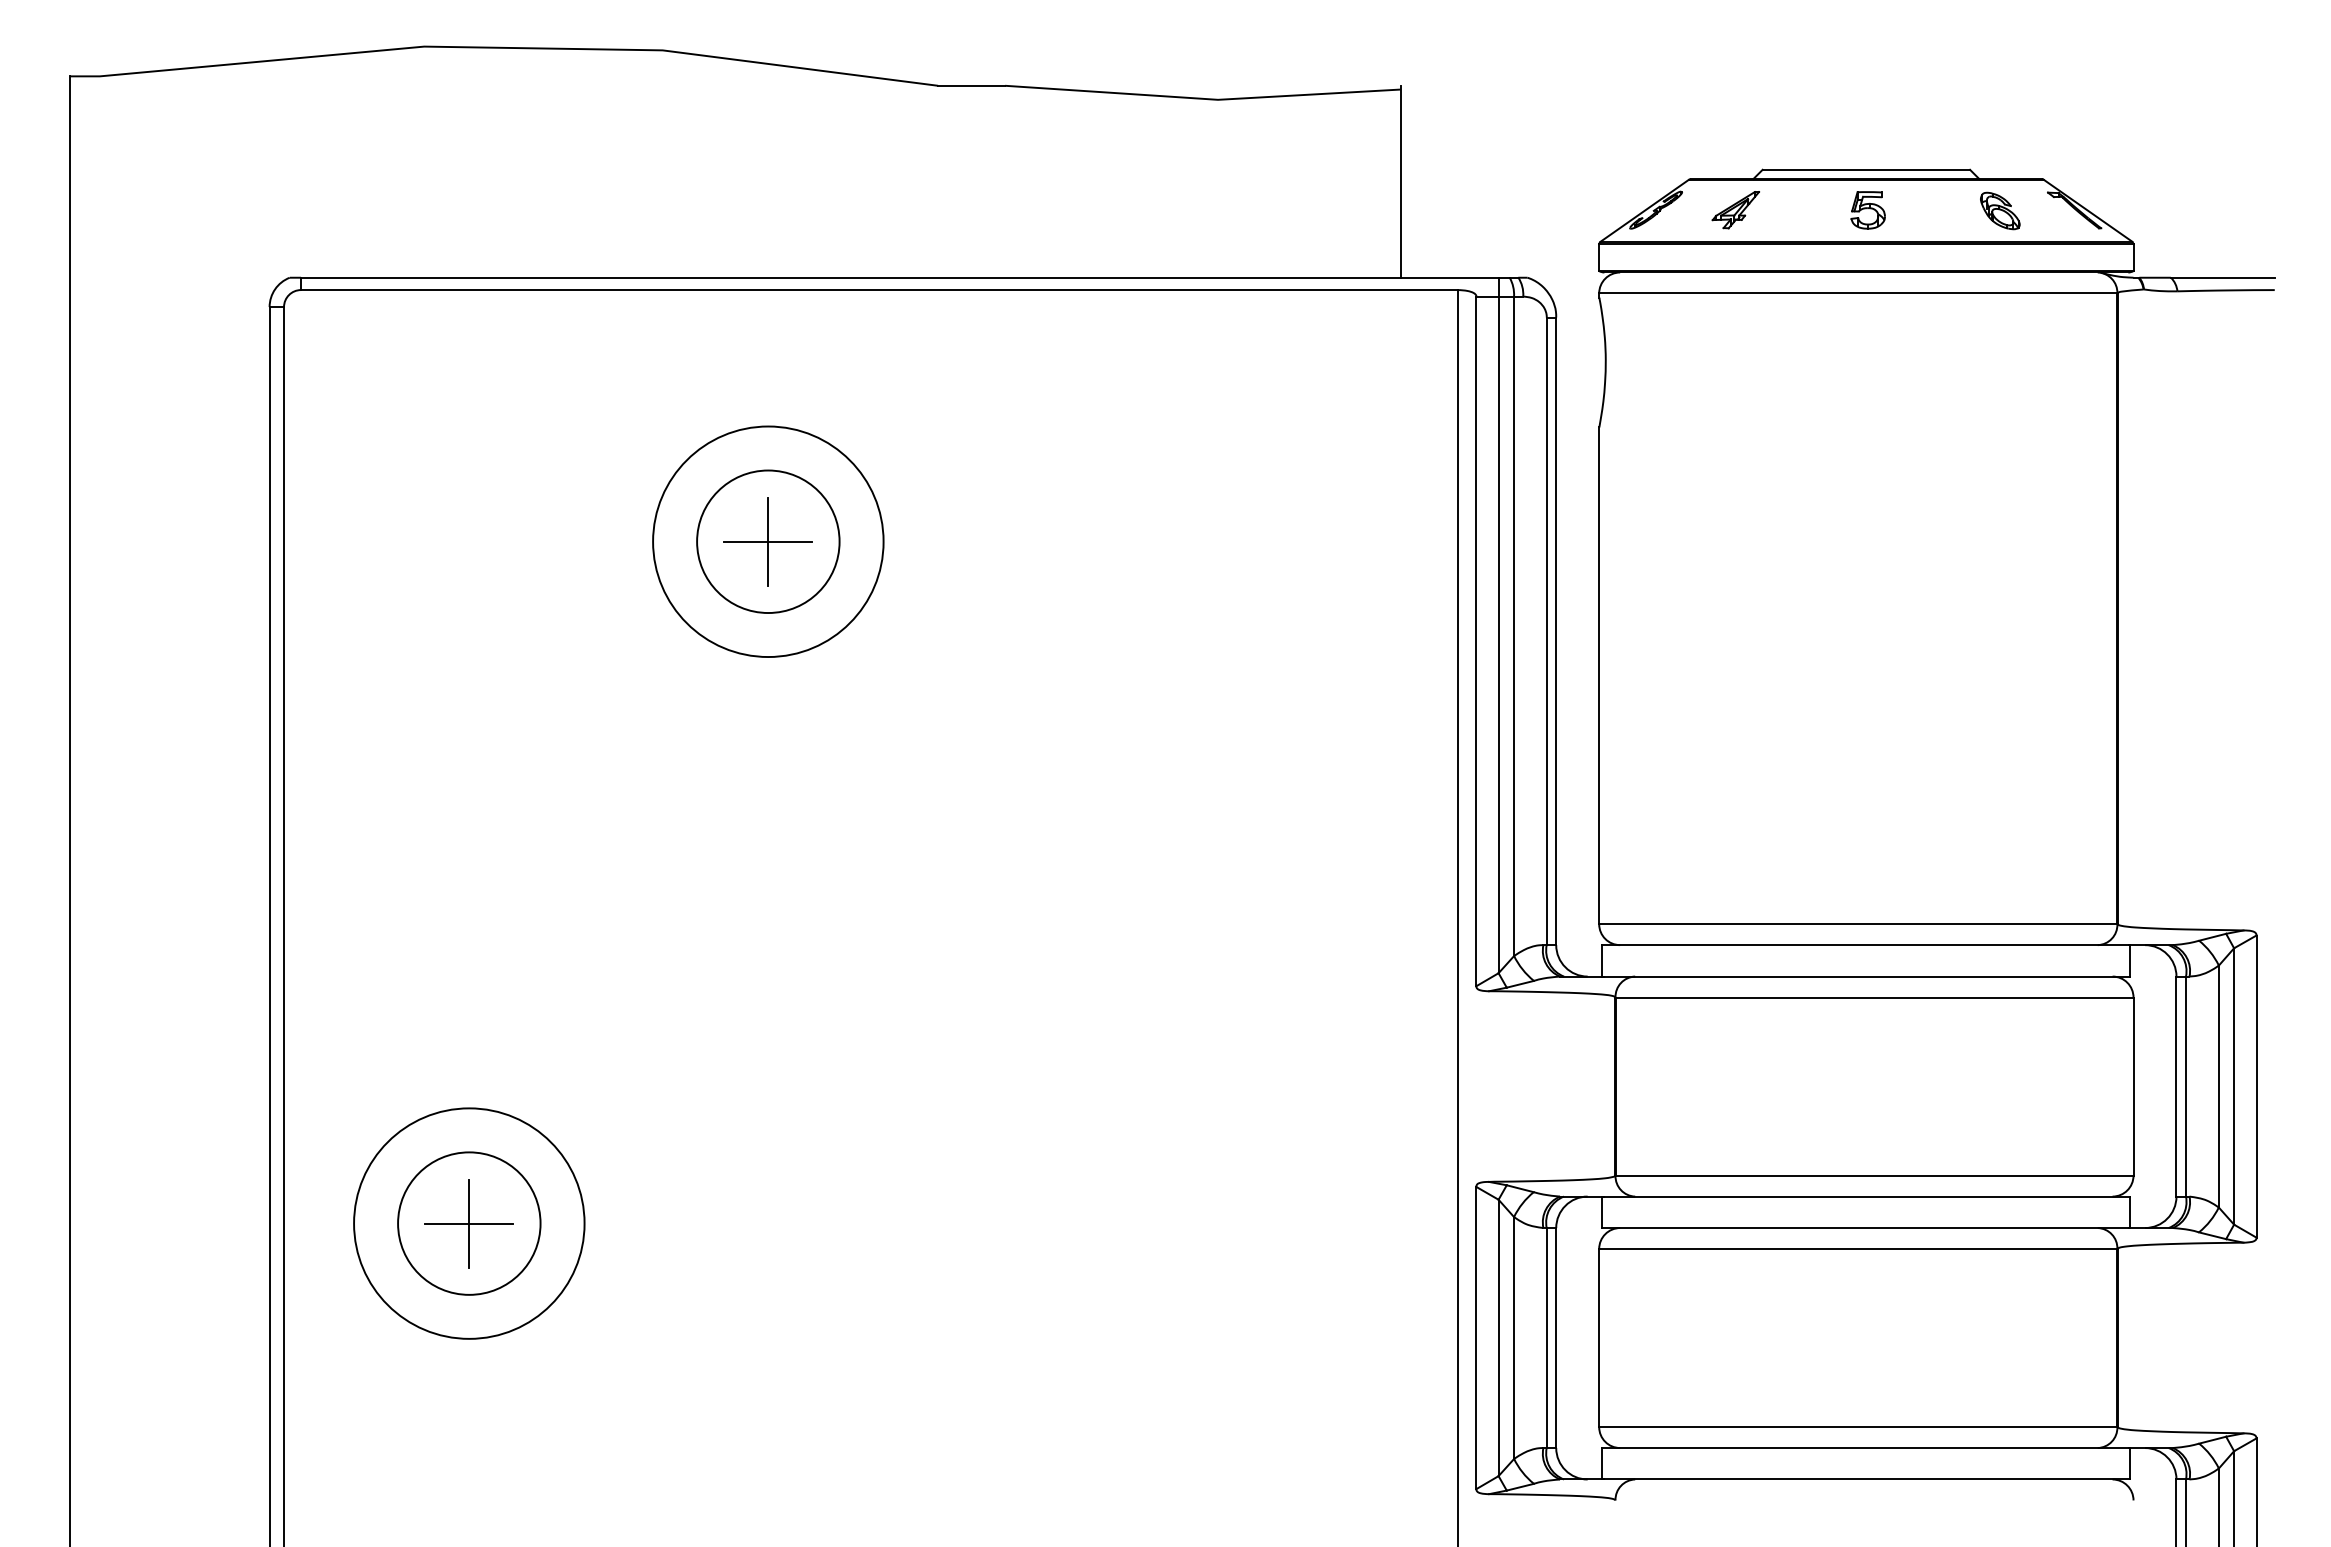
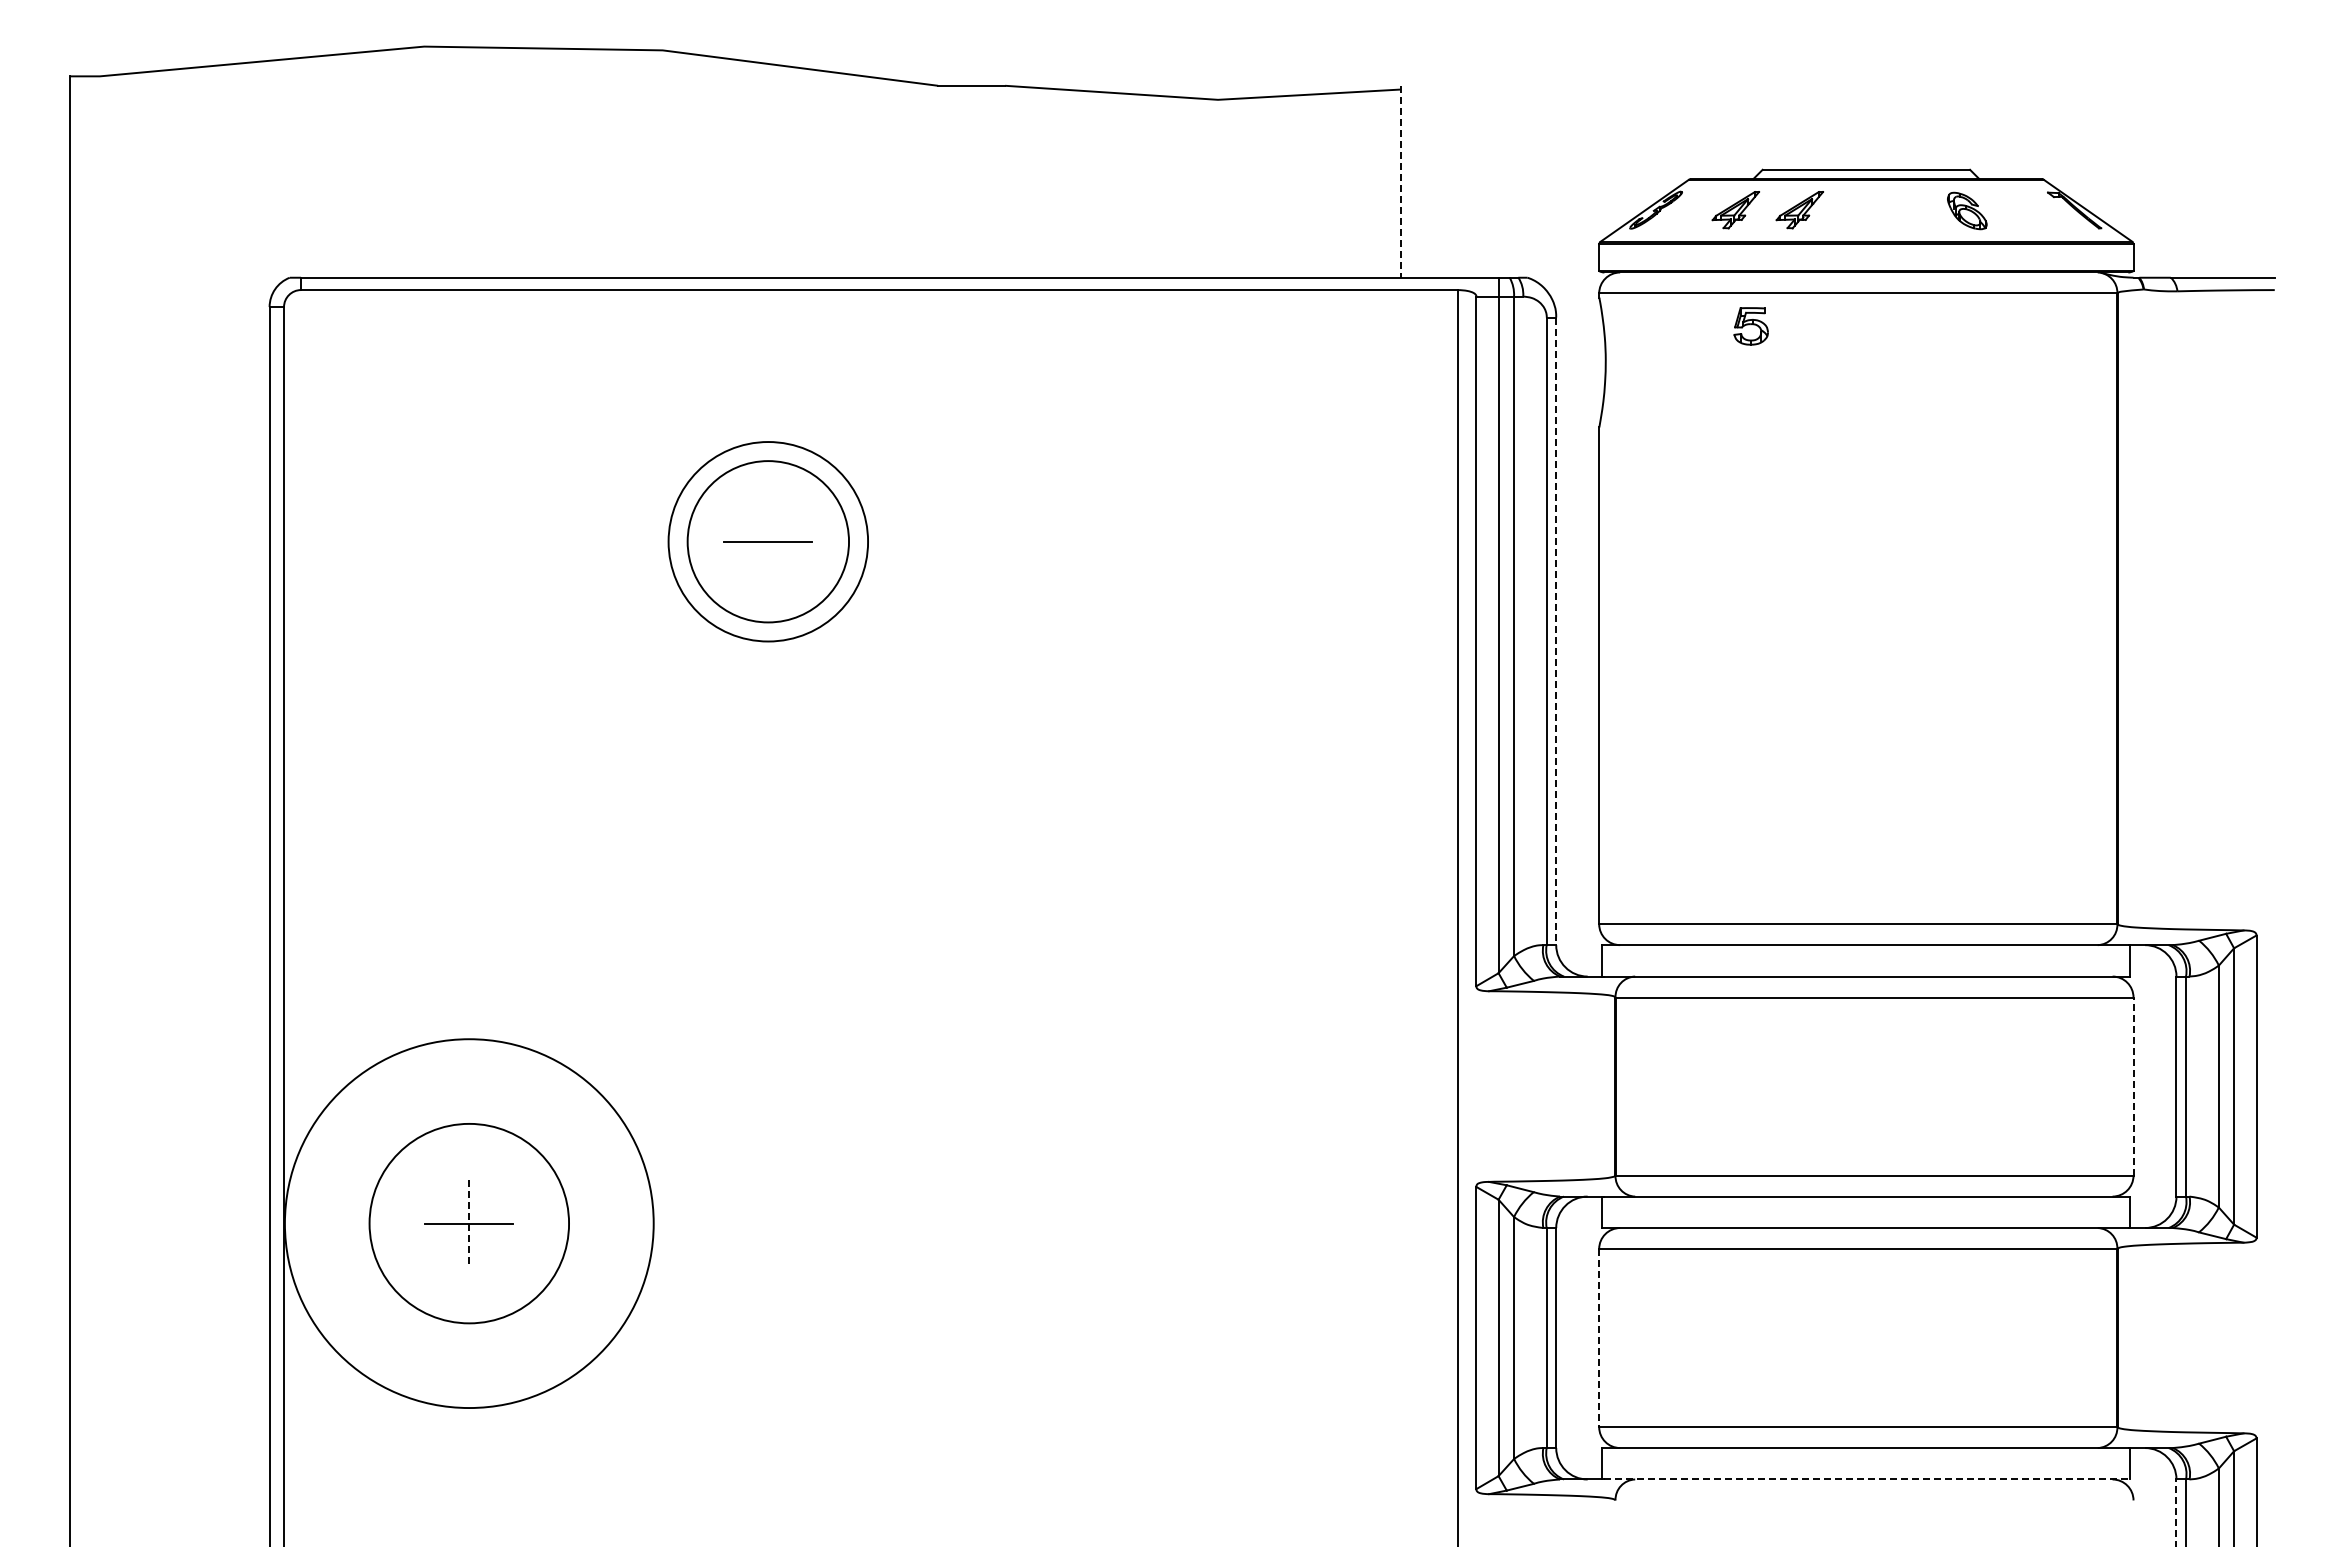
line at (1400, 181): solid -> dashed
part at (1799, 210): none -> present
part at (1867, 210) position: (1867, 210) -> (1750, 326)
part at (2000, 210) position: (2000, 210) -> (1967, 210)
circle at (768, 541) diameter: 142 px -> 199 px
circle at (768, 541) diameter: 230 px -> 161 px
line at (768, 541): present -> none
line at (1556, 631): solid -> dashed
line at (2133, 1086): solid -> dashed
circle at (469, 1223) diameter: 142 px -> 199 px
circle at (469, 1223) diameter: 230 px -> 369 px
line at (469, 1224): solid -> dashed
line at (1599, 1338): solid -> dashed
line at (1867, 1479): solid -> dashed
line at (2176, 1512): solid -> dashed
